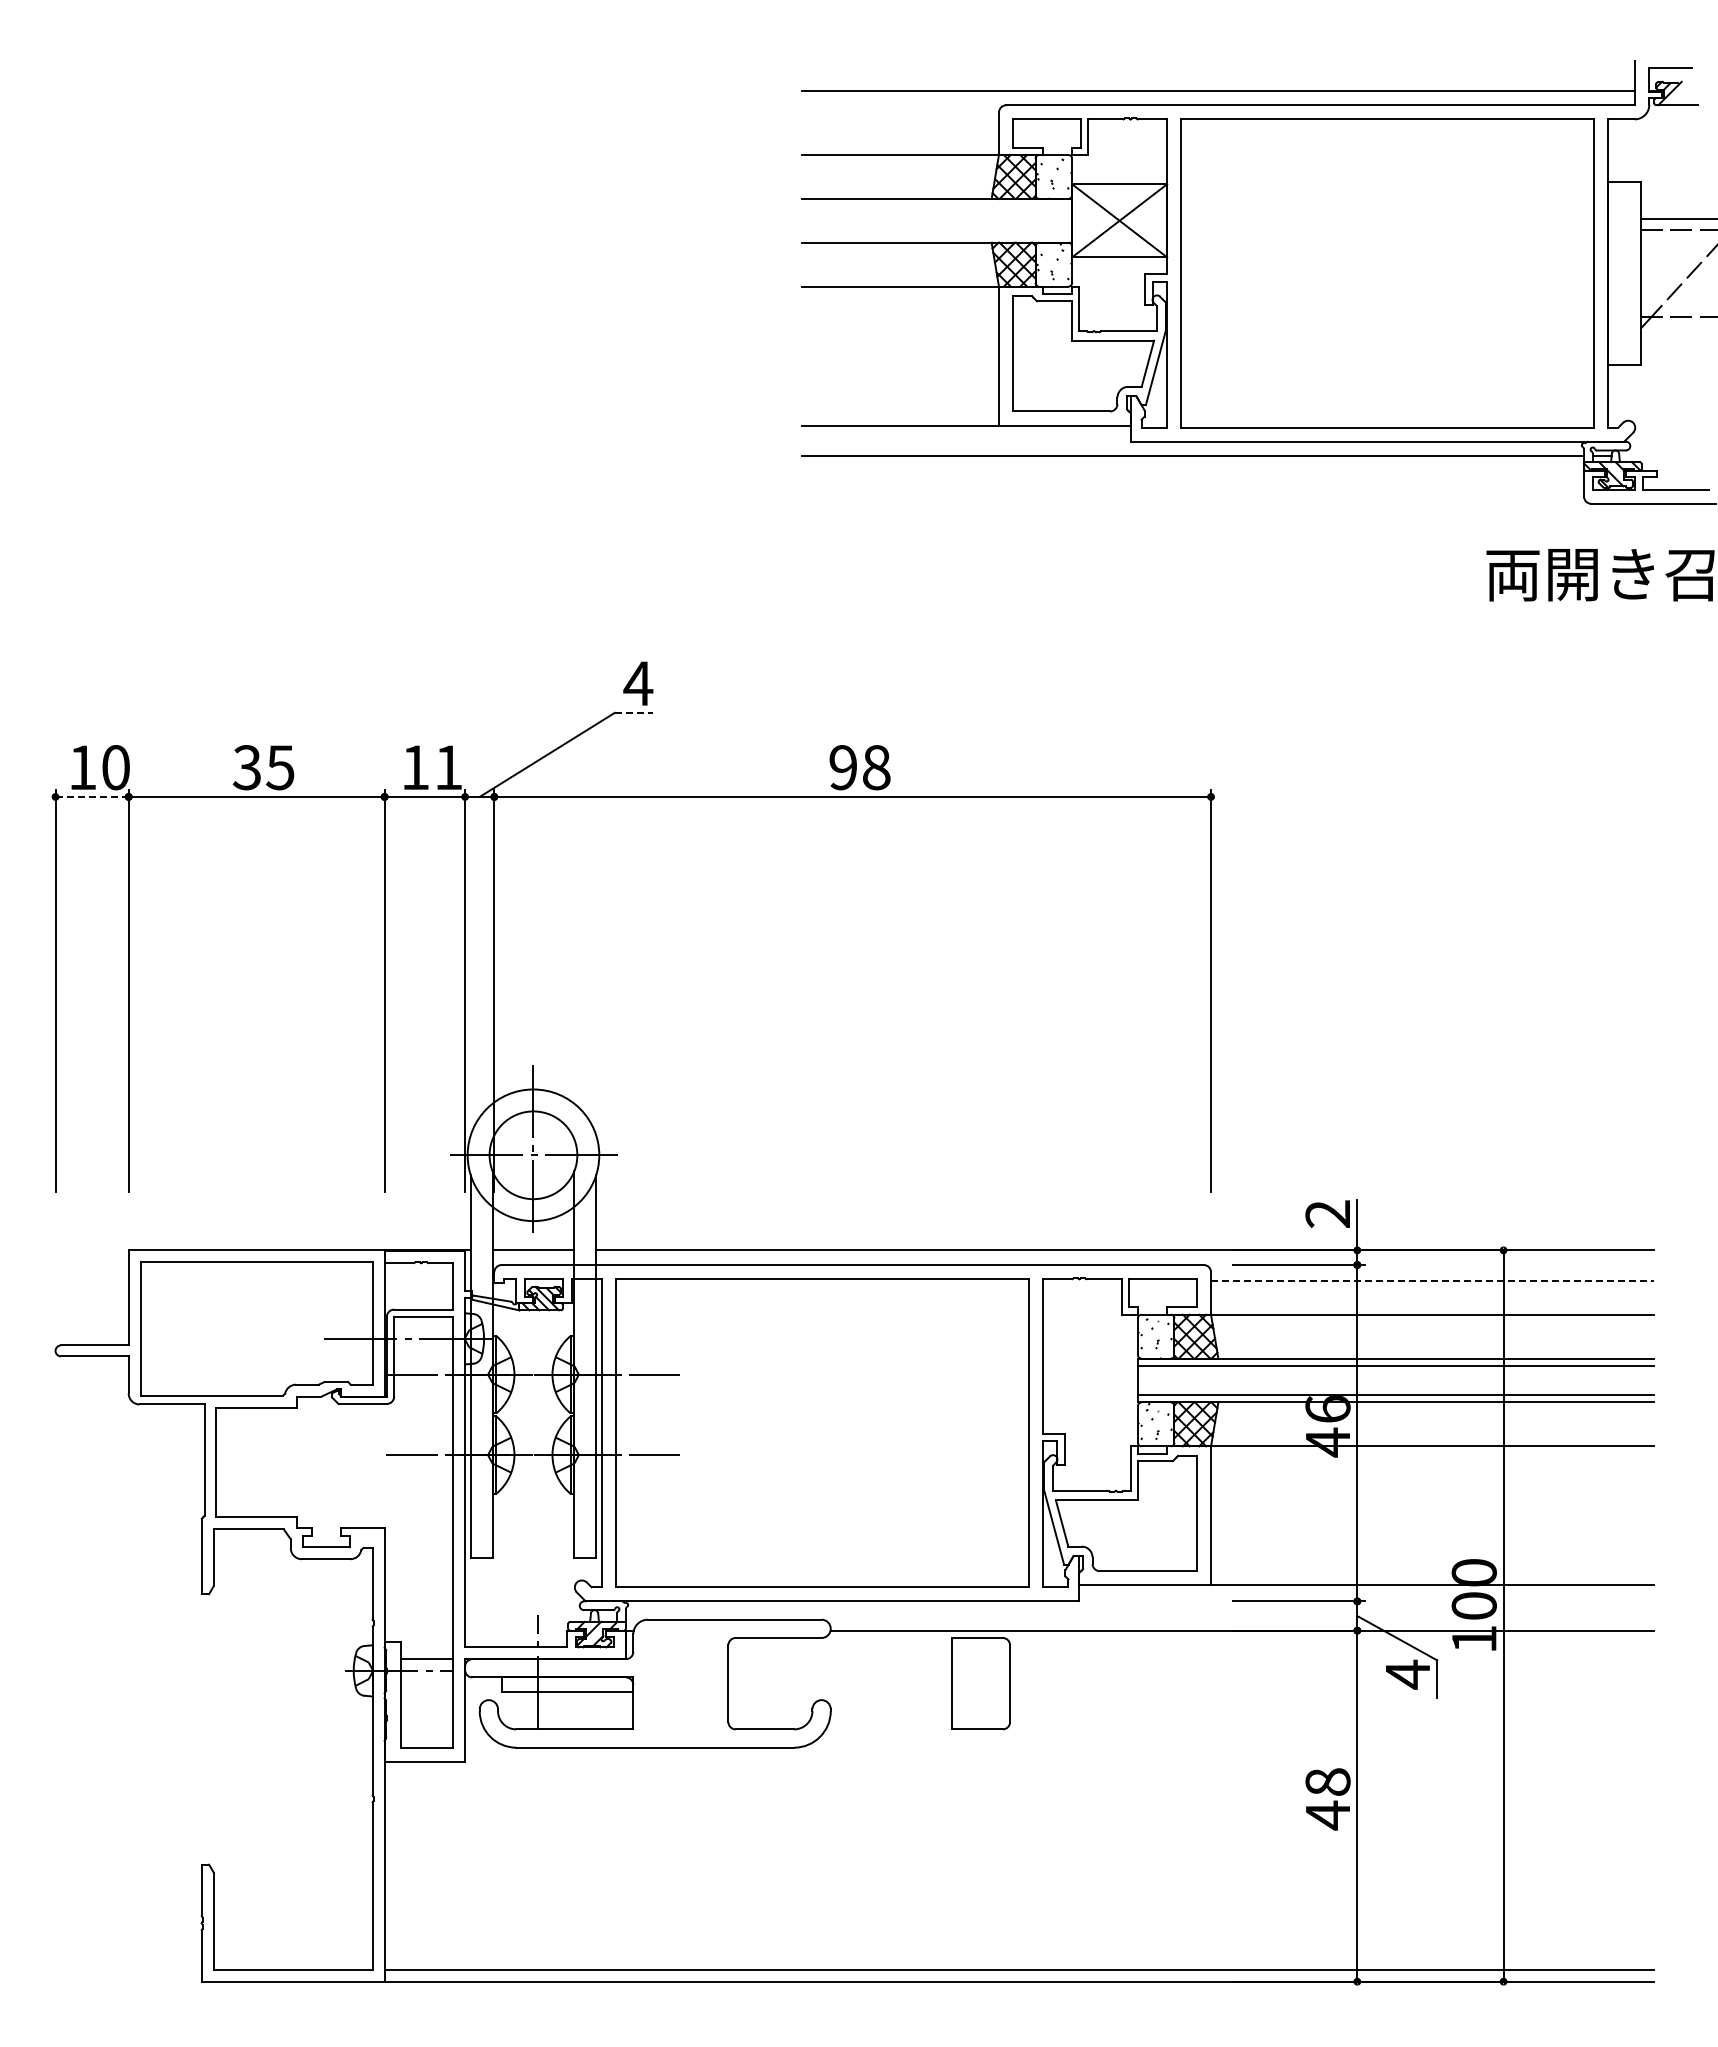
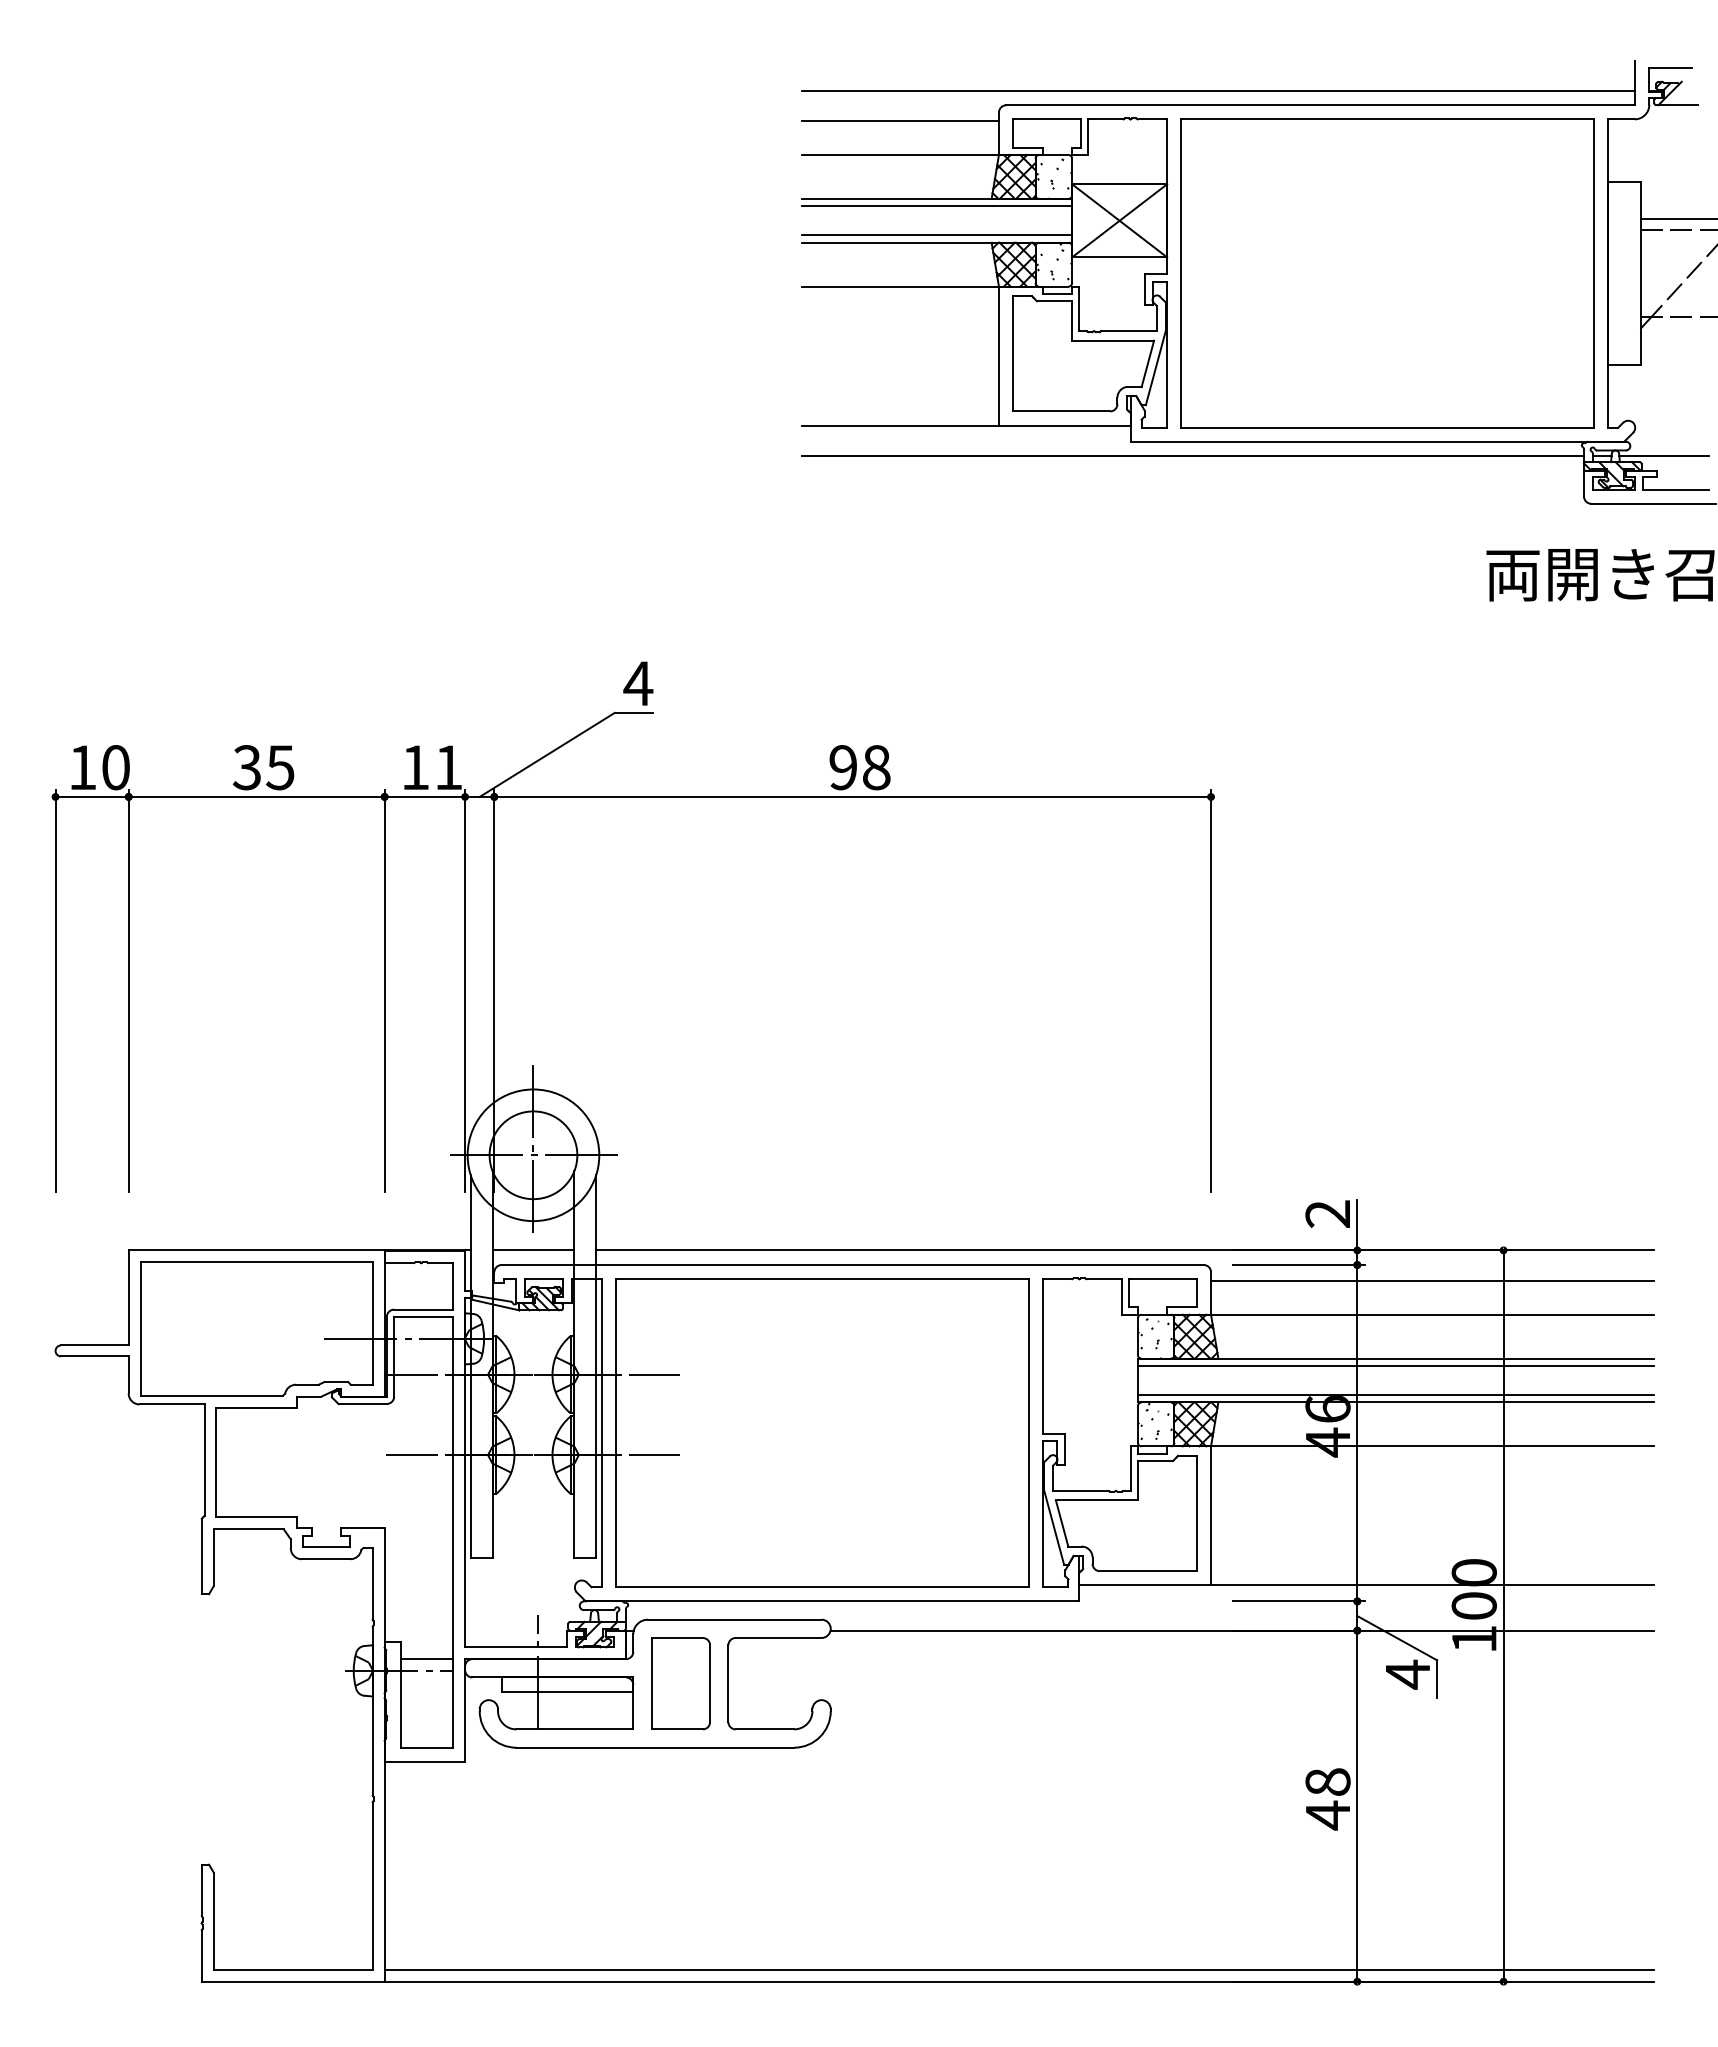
line at (899, 121): none -> present
line at (936, 206): none -> present
line at (936, 235): none -> present
line at (1663, 456): none -> present
line at (634, 712): dashed -> solid
line at (92, 796): dashed -> solid
line at (1432, 1281): dashed -> solid
part at (980, 1683) position: (980, 1683) -> (680, 1683)
